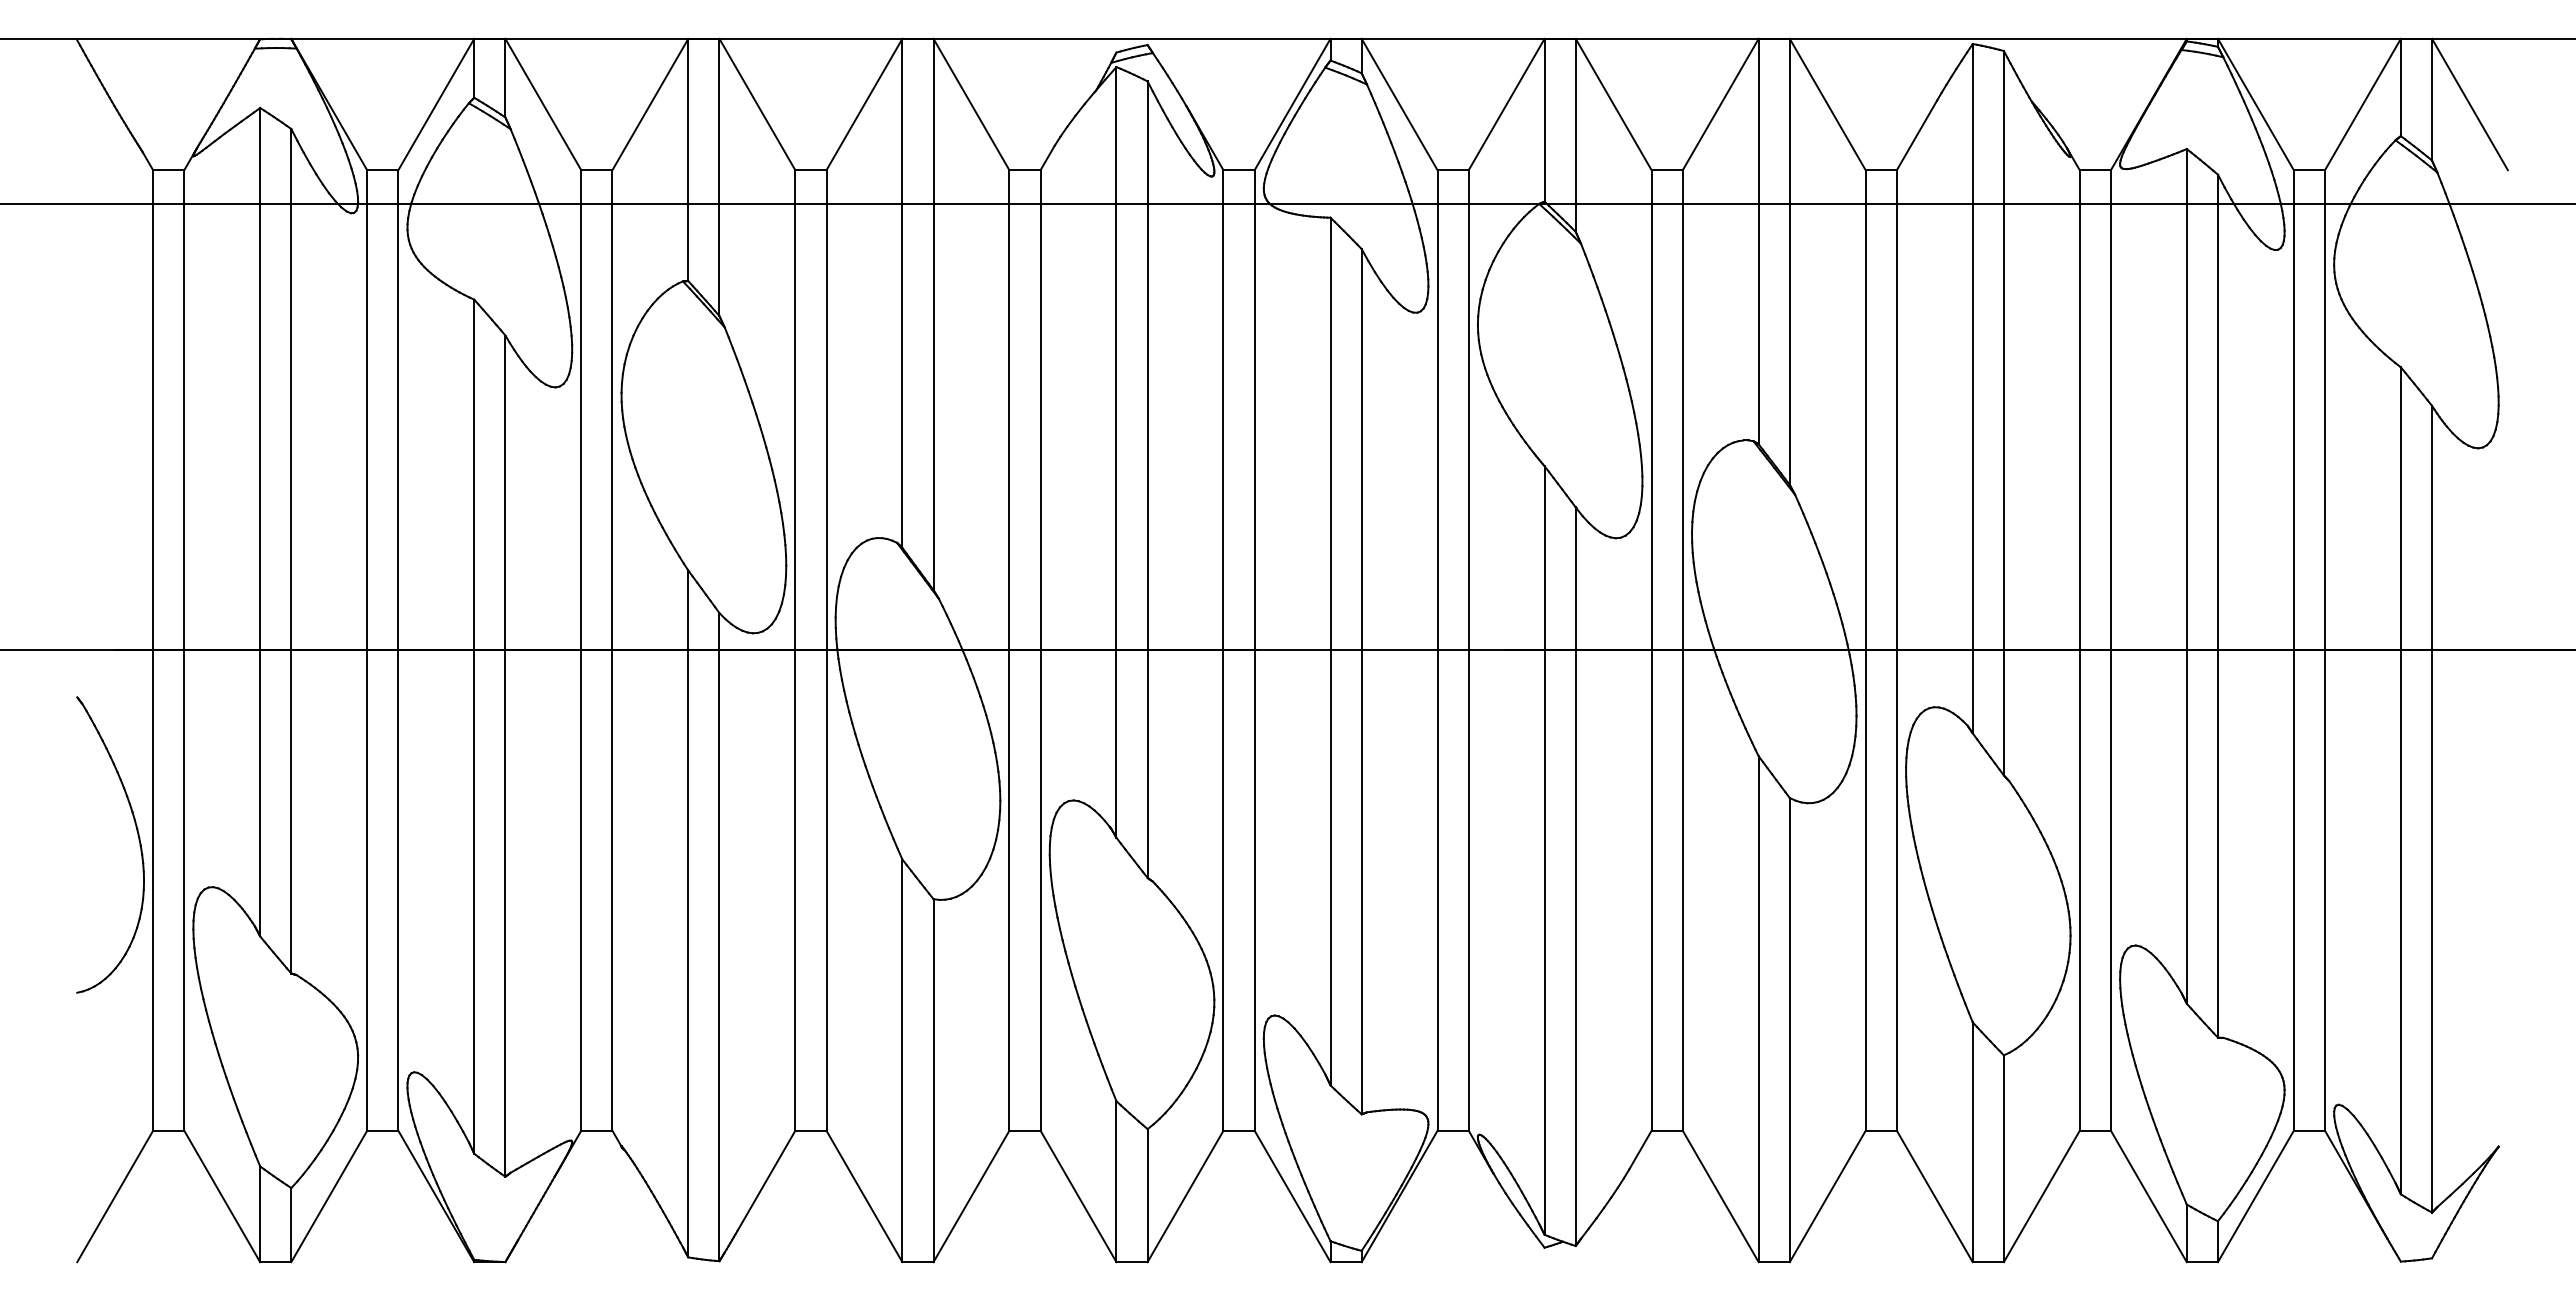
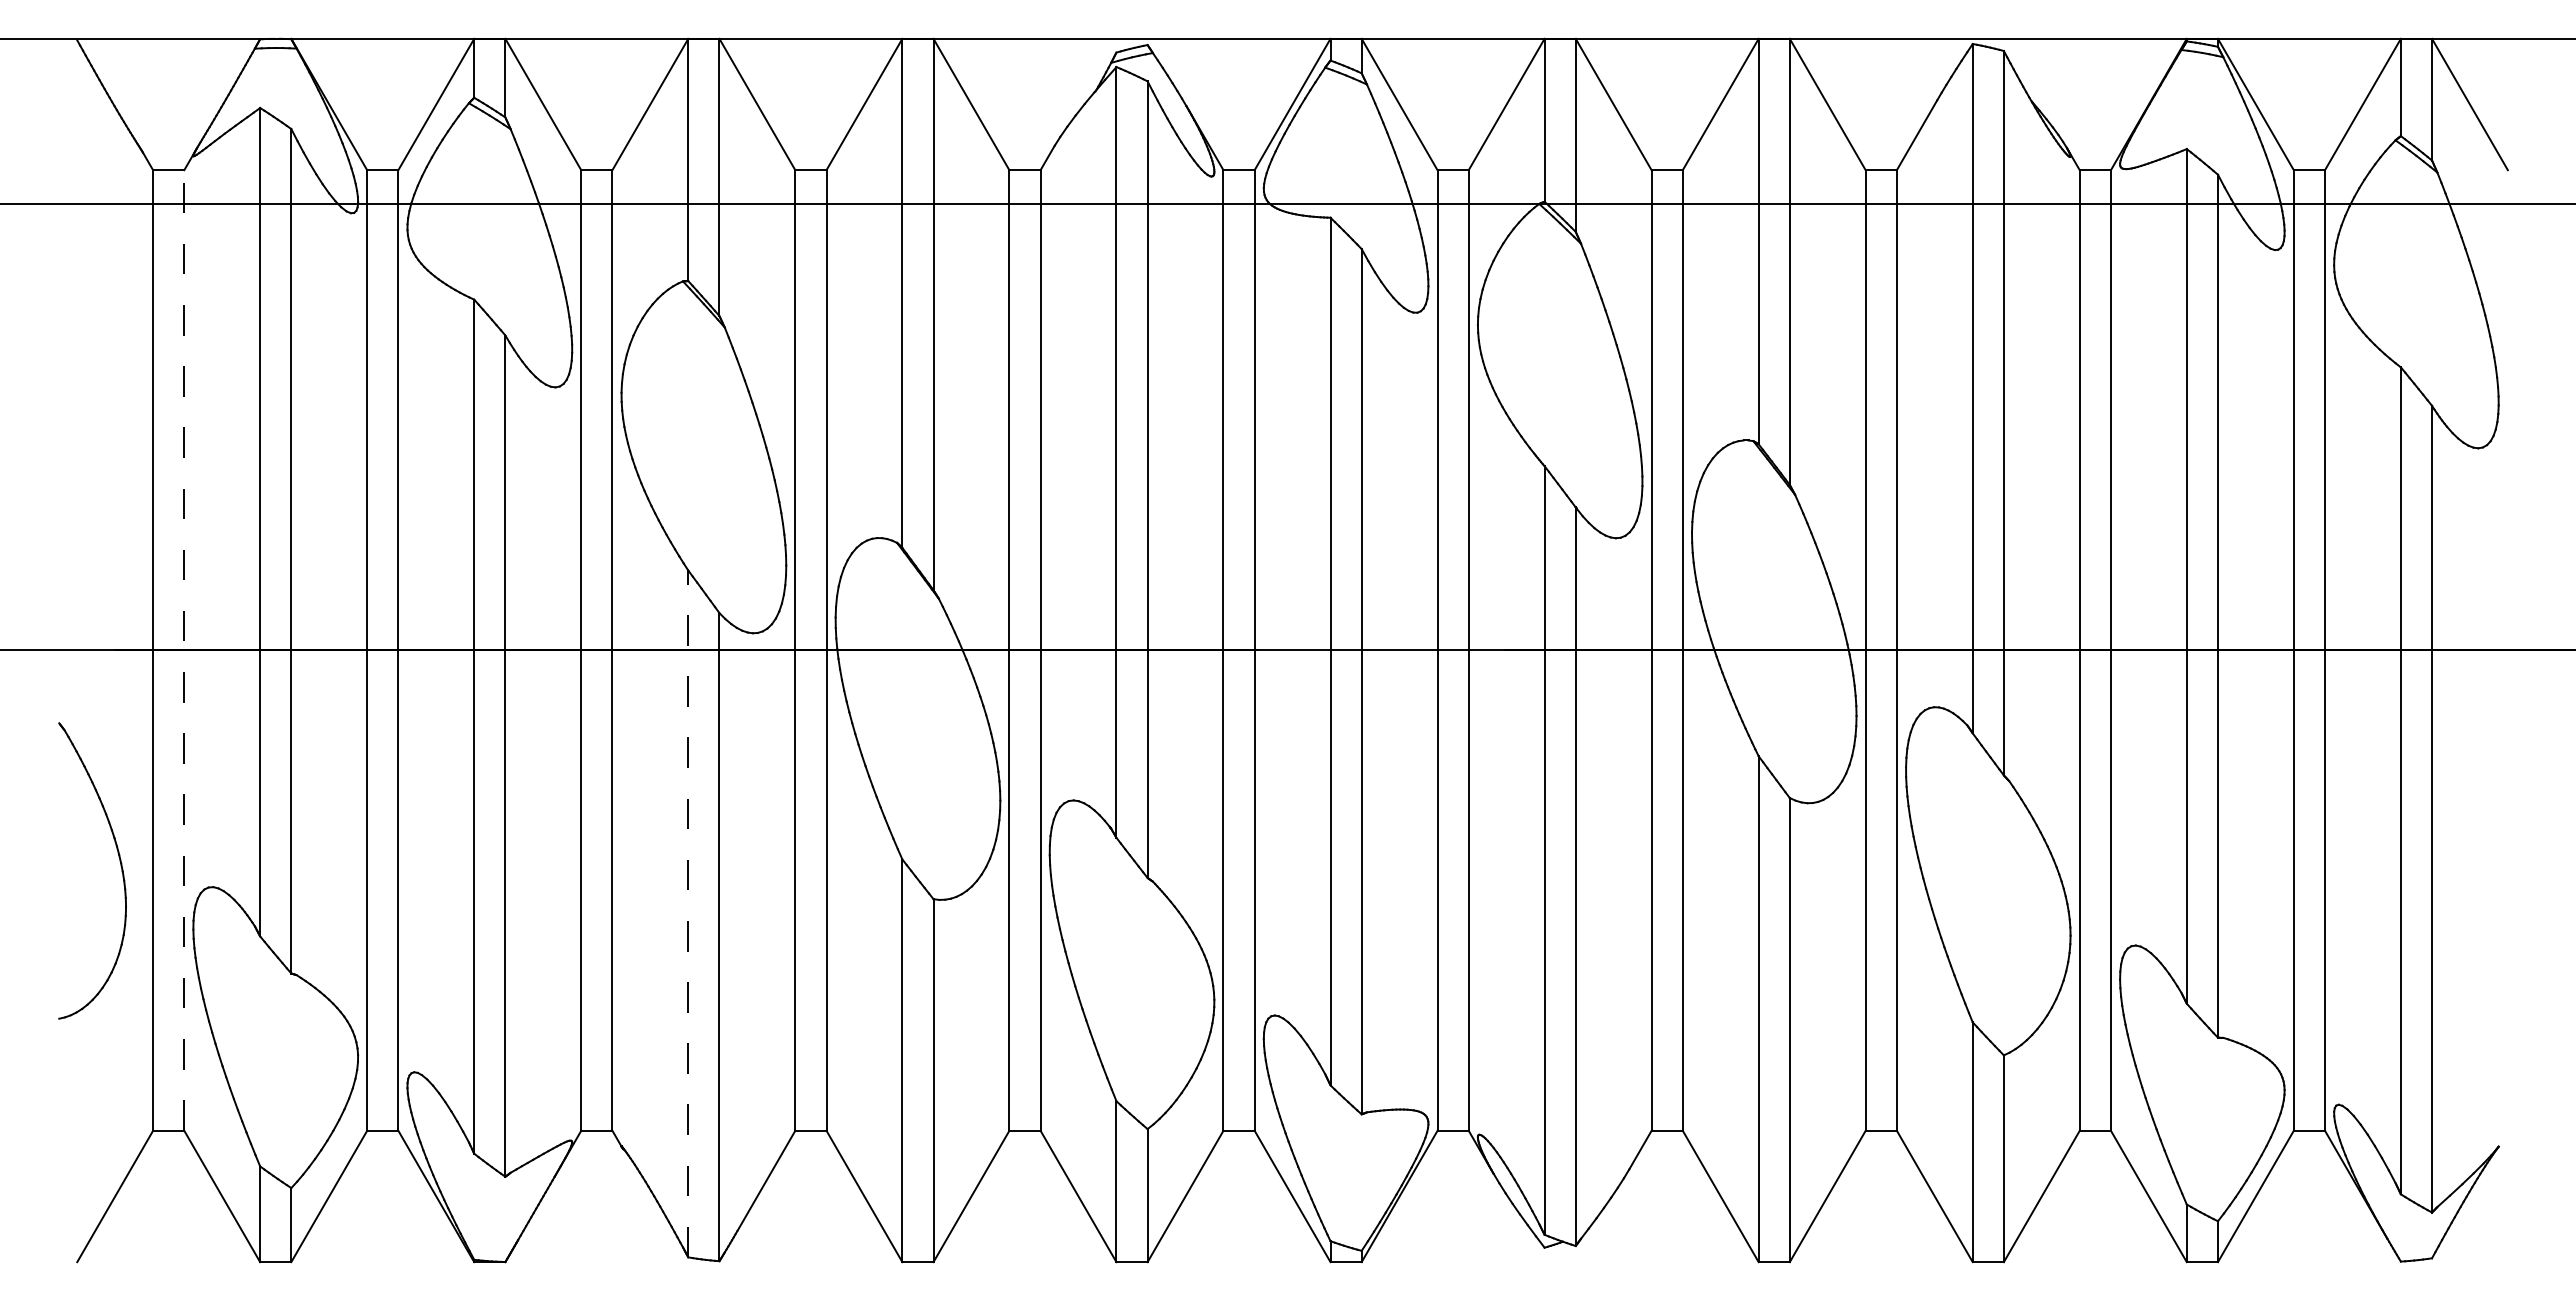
line at (184, 650): solid -> dashed
part at (138, 840) position: (138, 840) -> (120, 866)
line at (688, 913): solid -> dashed
